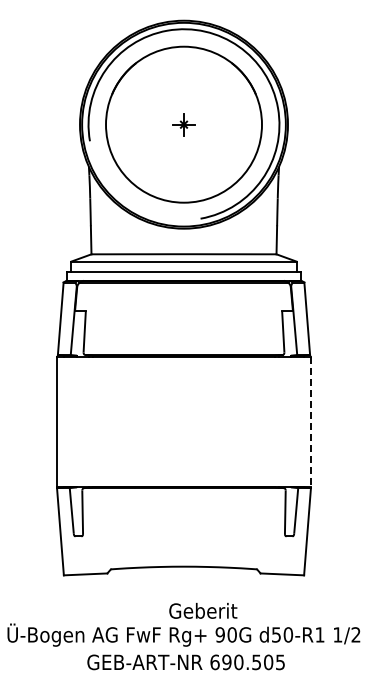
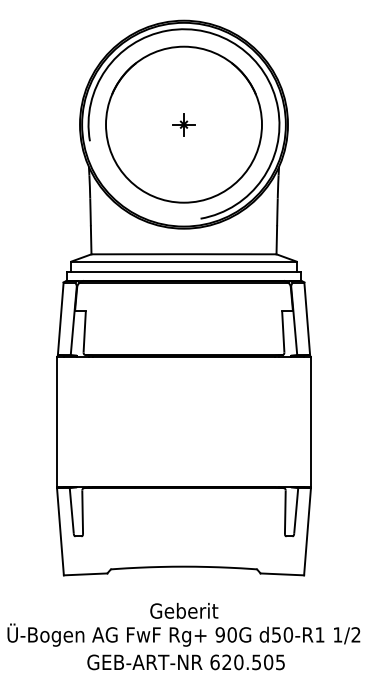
line at (311, 421): dashed -> solid
text at (203, 610) position: (203, 610) -> (184, 610)
text at (226, 662): 690.505 -> 620.505
